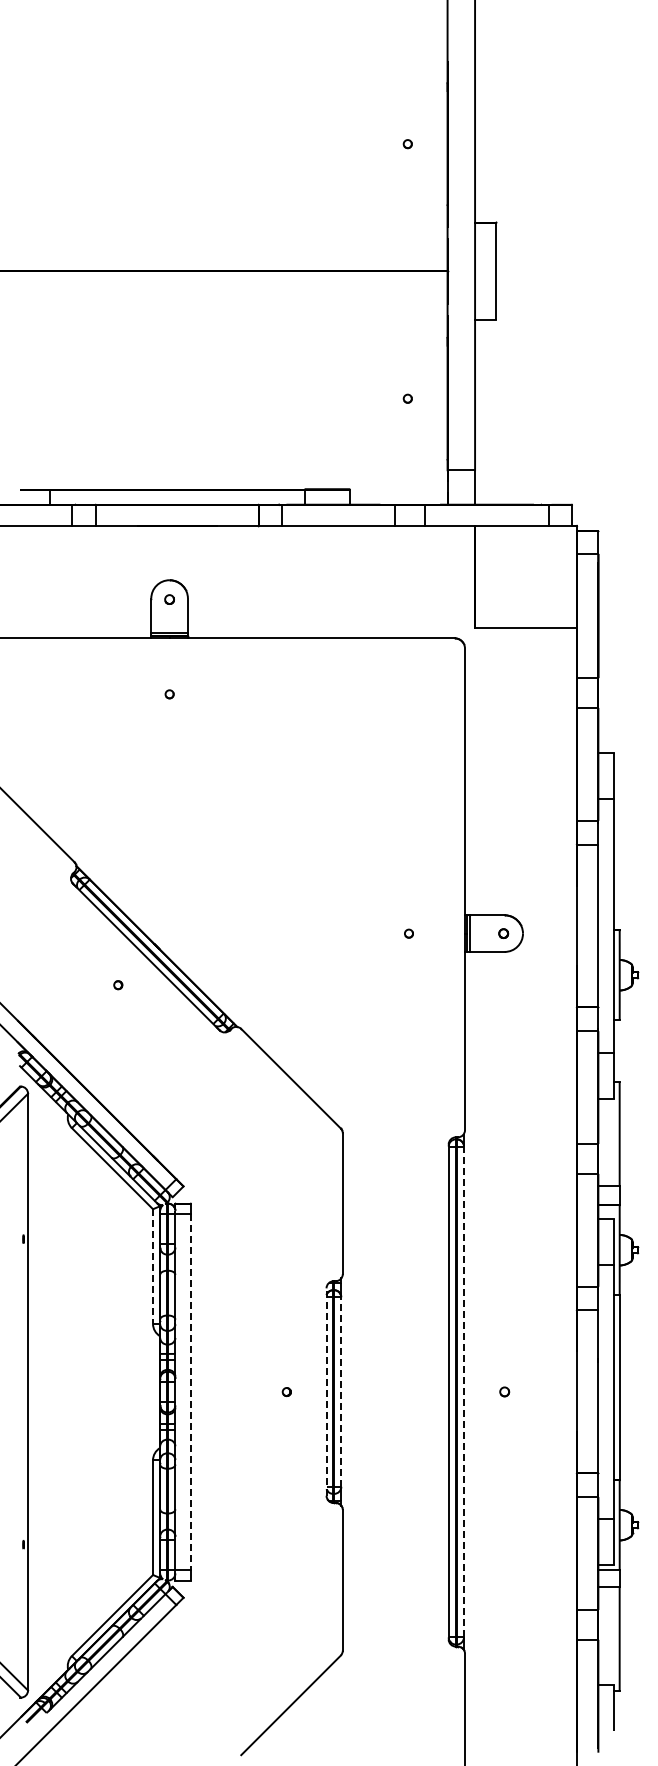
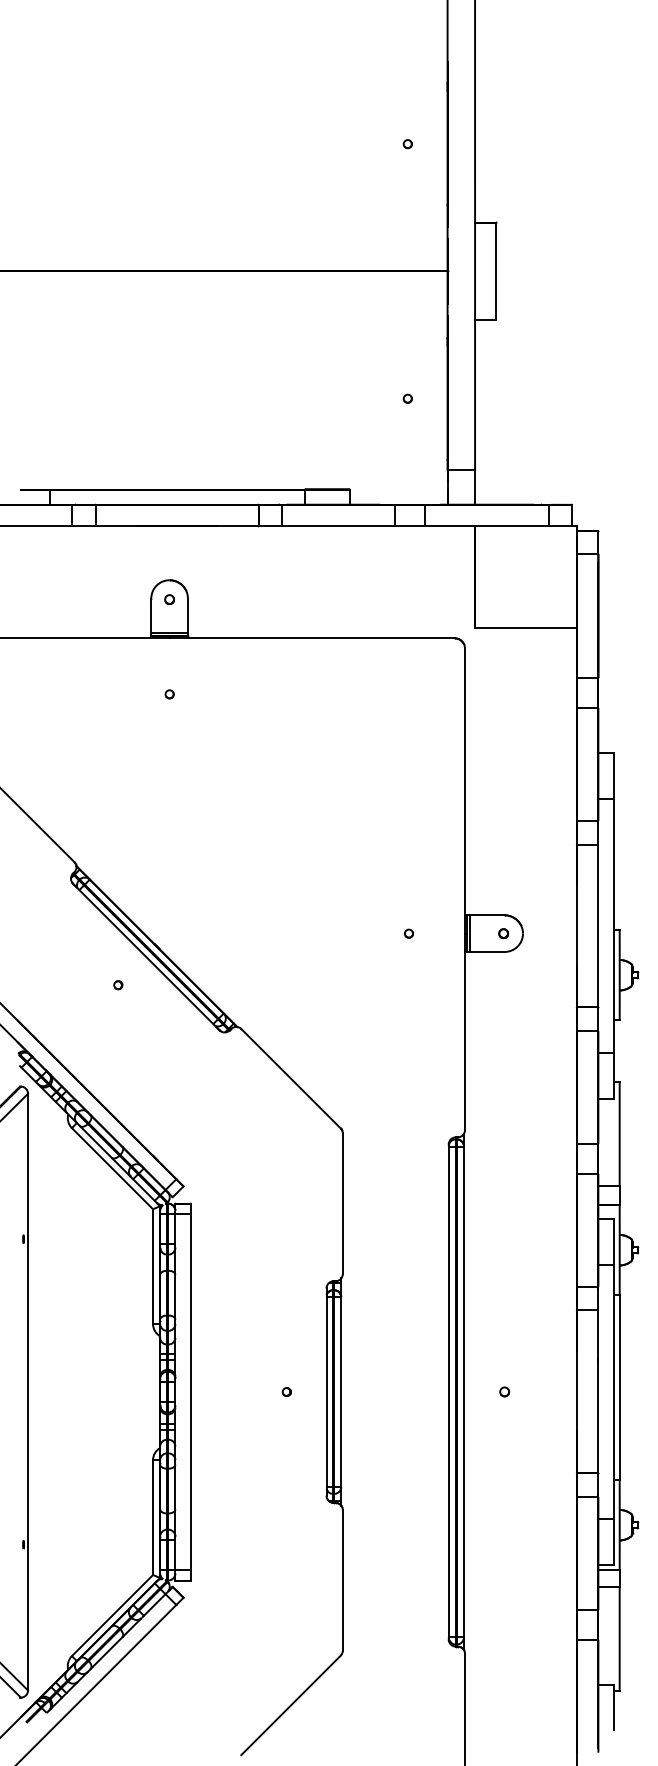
line at (153, 1267): dashed -> solid
line at (463, 1391): dashed -> solid
line at (190, 1392): dashed -> solid
line at (326, 1392): dashed -> solid
line at (341, 1392): dashed -> solid
